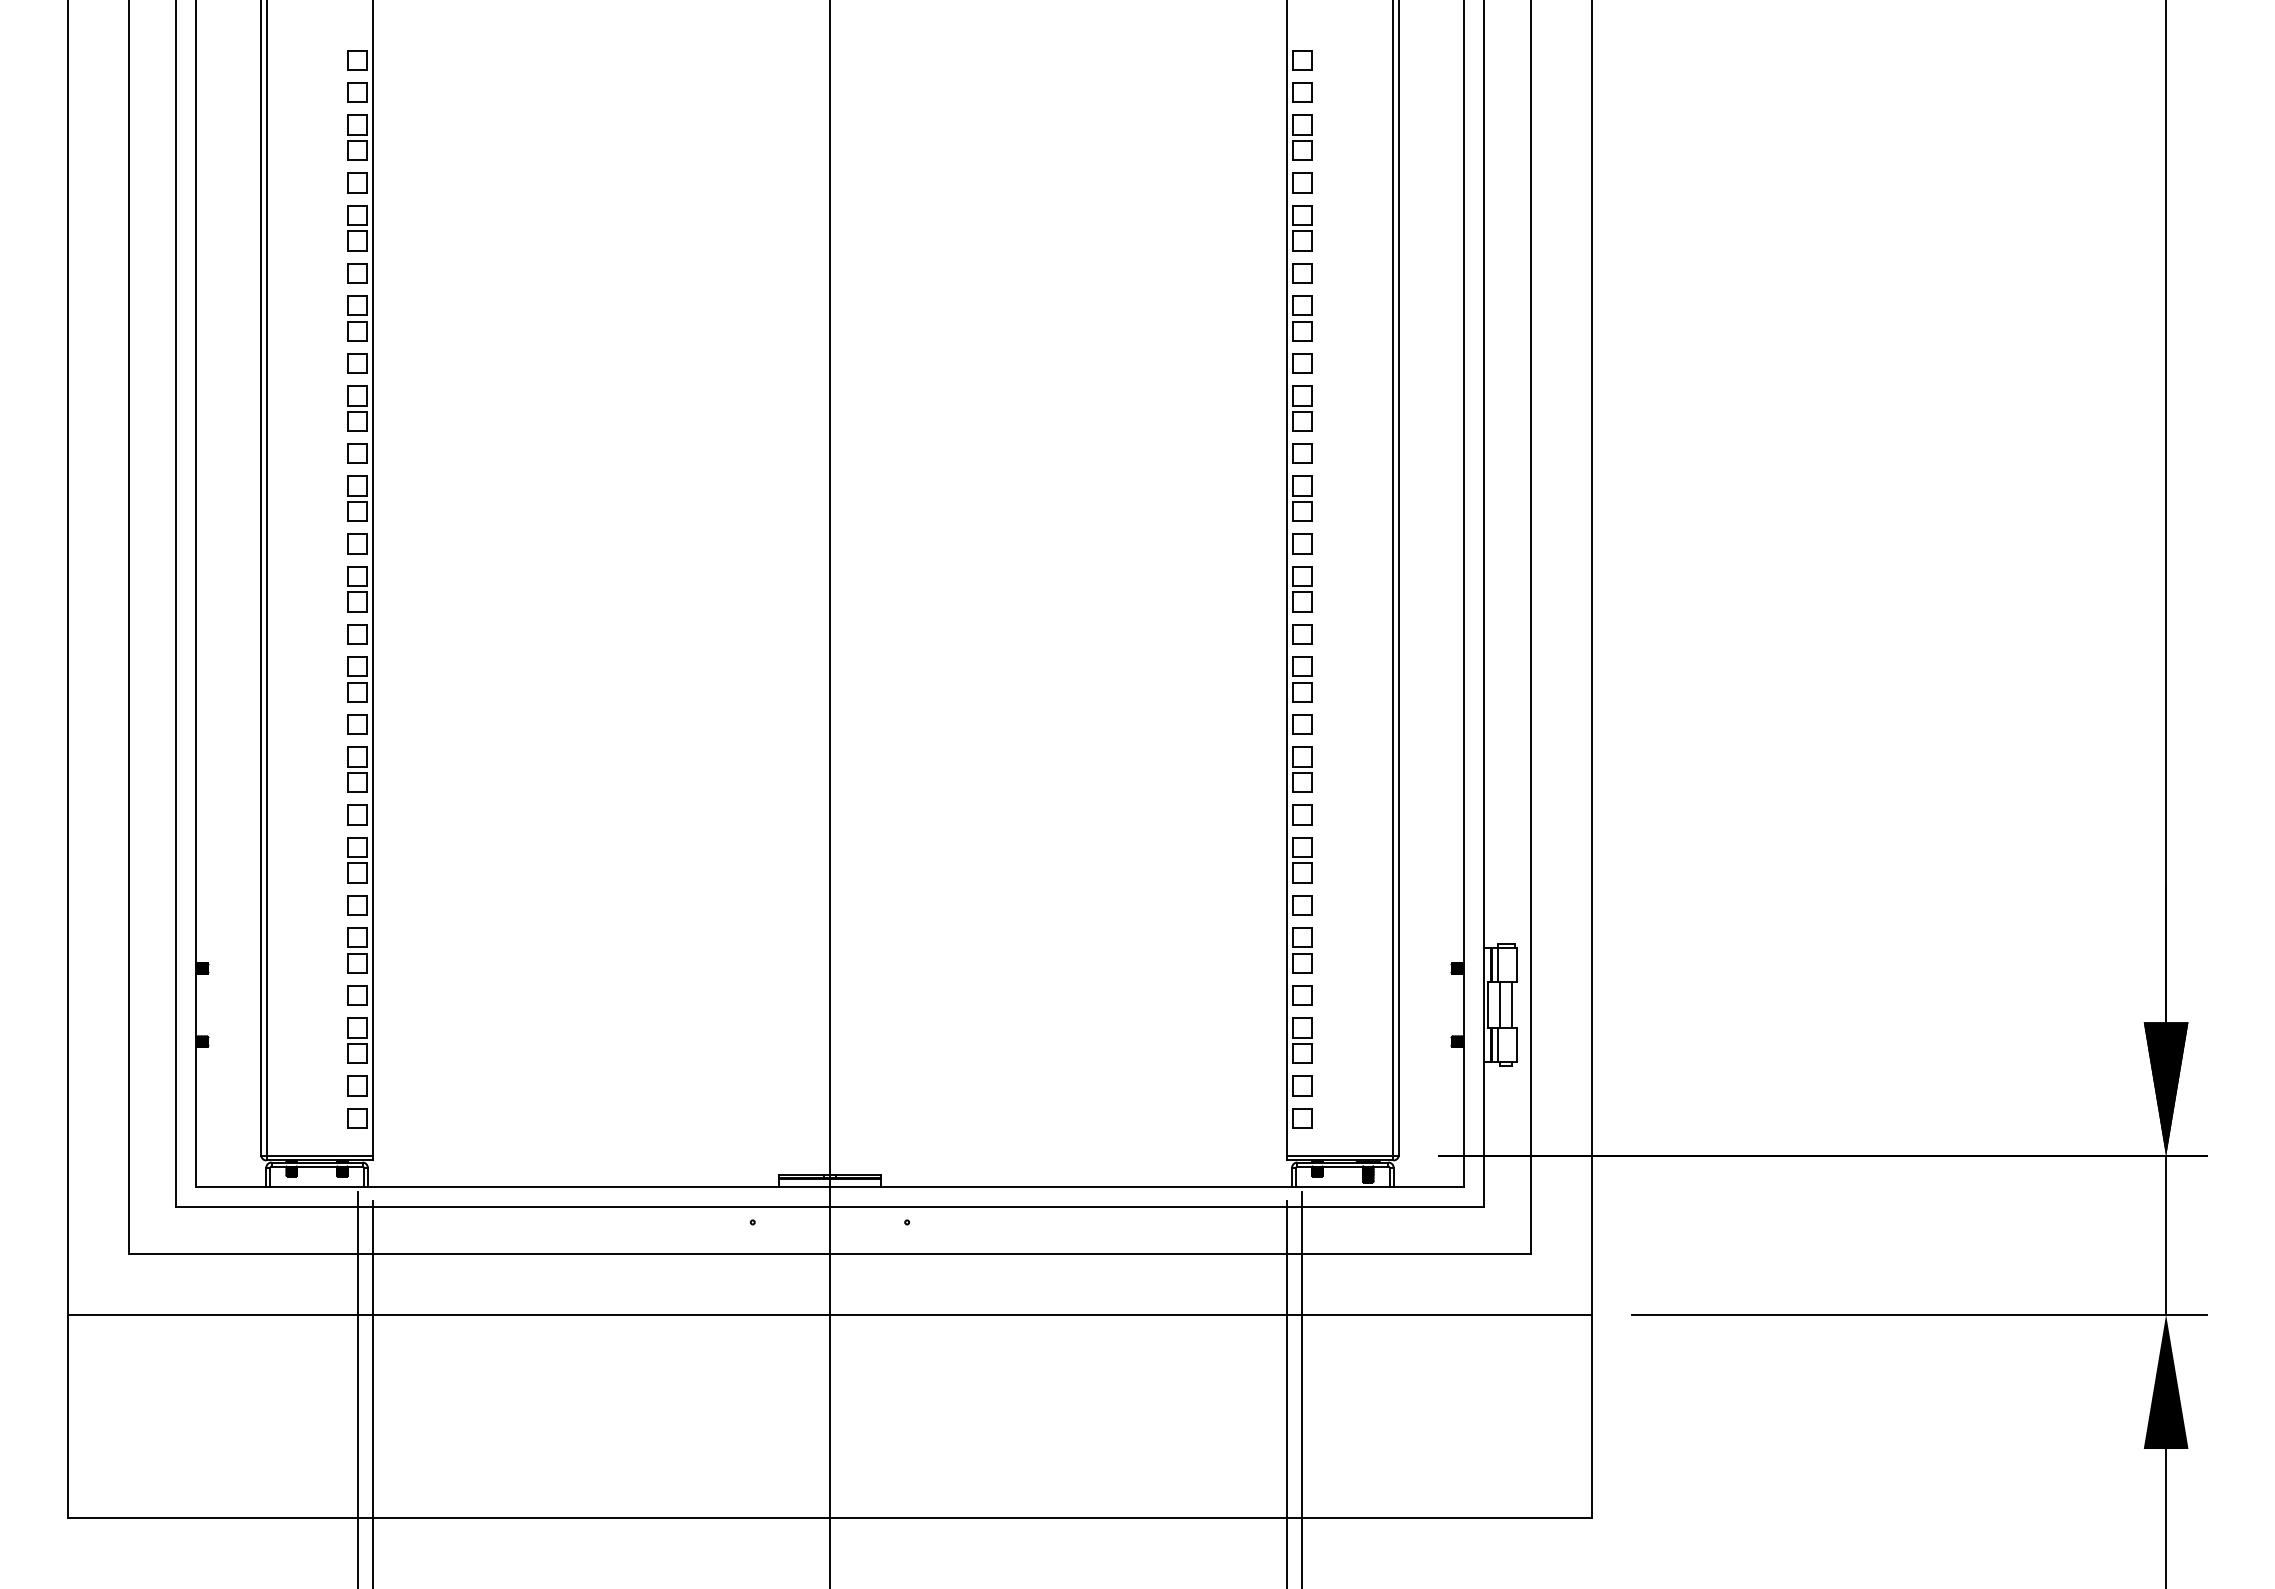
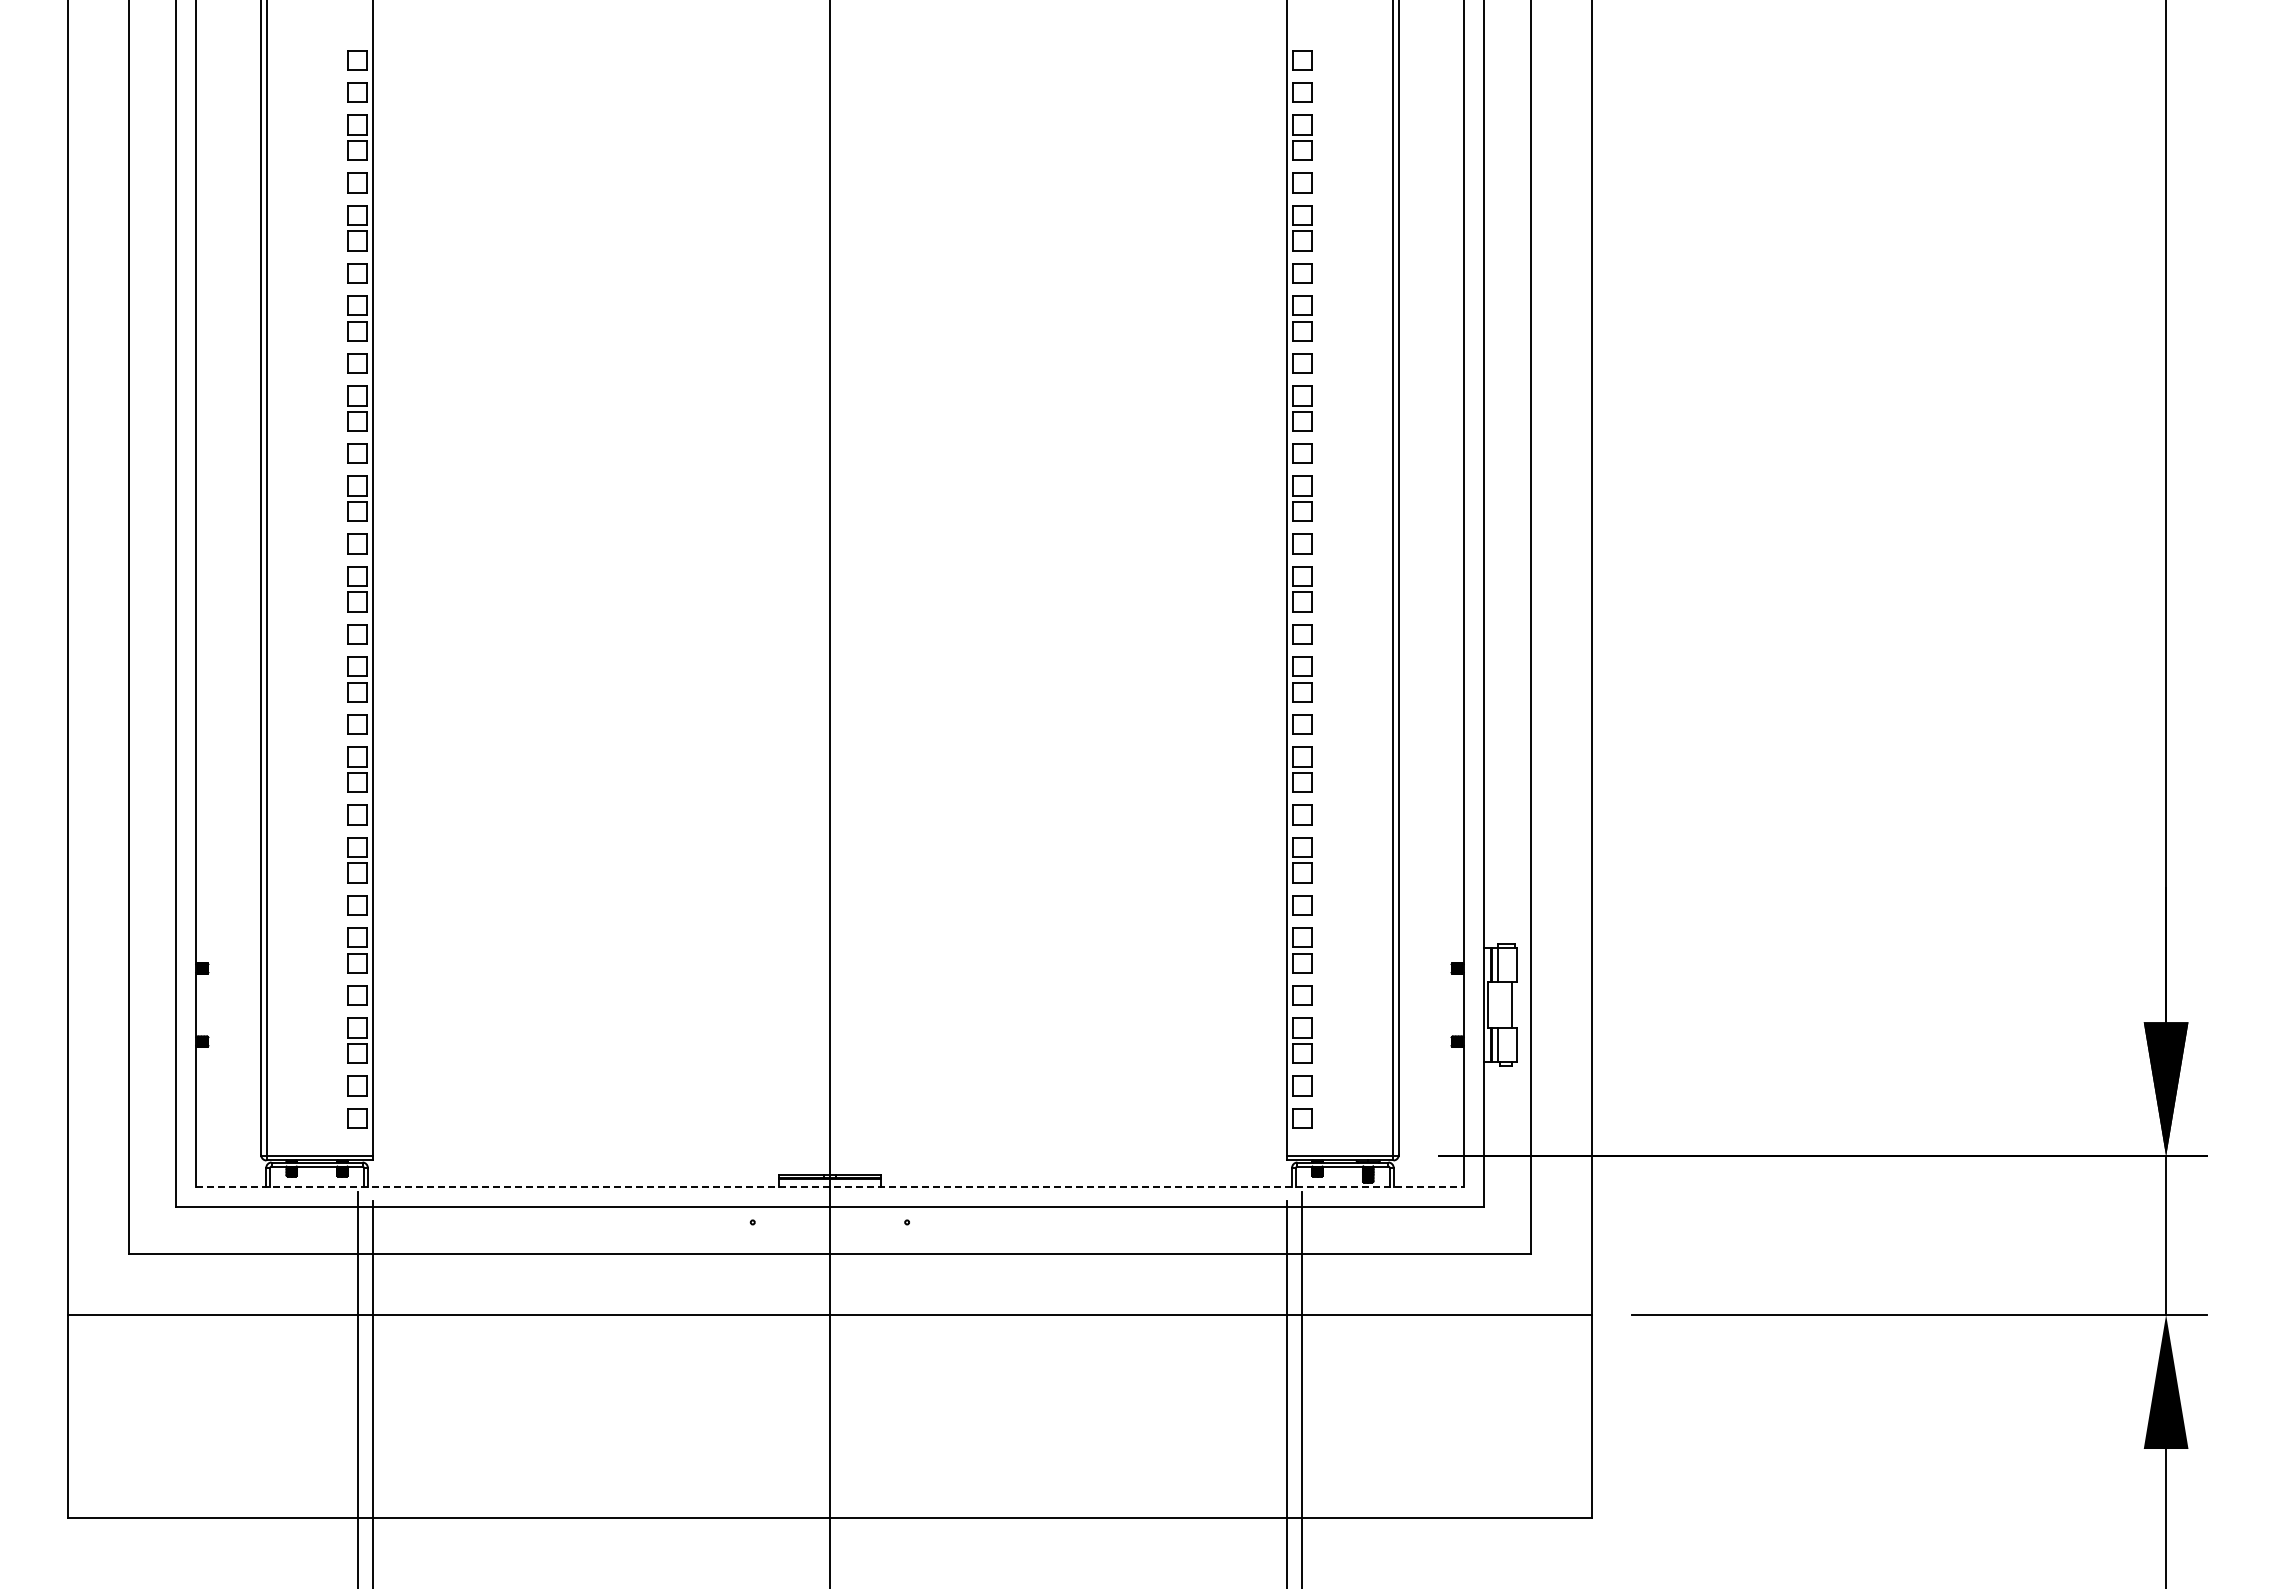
line at (1500, 1004): present -> none
line at (829, 1186): solid -> dashed
